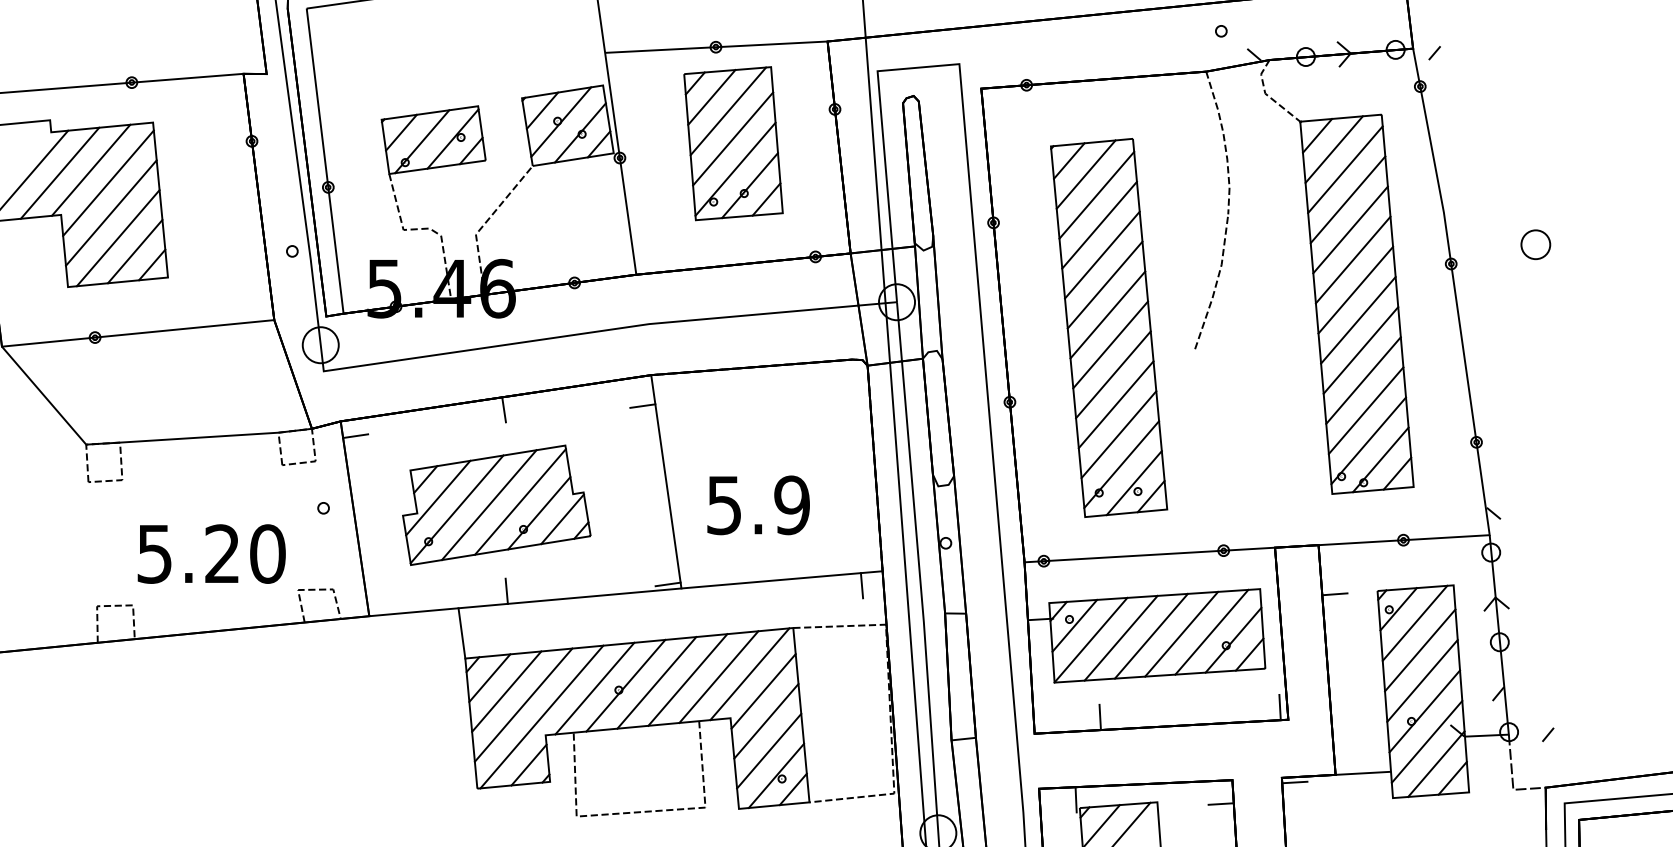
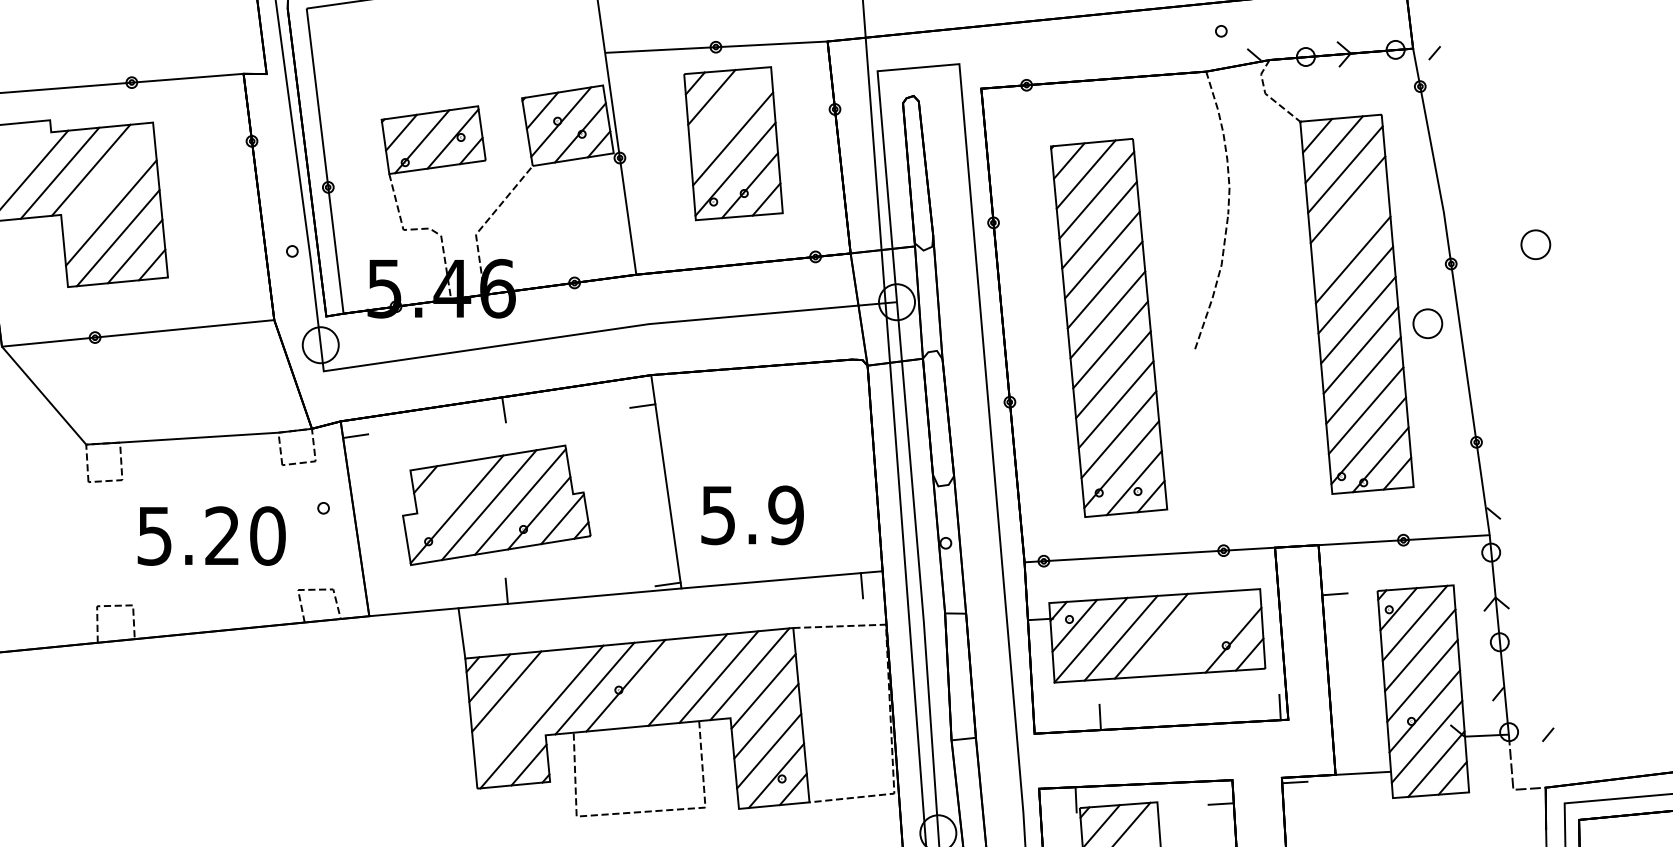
line at (728, 111): present -> none
line at (108, 182): present -> none
line at (1350, 229): present -> none
part at (1427, 323): none -> present
line at (438, 497): present -> none
text at (758, 505) position: (758, 505) -> (752, 515)
text at (211, 553) position: (211, 553) -> (211, 535)
line at (1211, 631): present -> none
line at (1181, 633): present -> none
line at (656, 682): present -> none
line at (523, 704): present -> none
